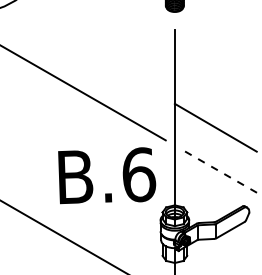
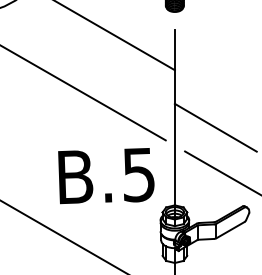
line at (115, 36): none -> present
line at (223, 173): dashed -> solid
text at (139, 174): B.6 -> B.5
